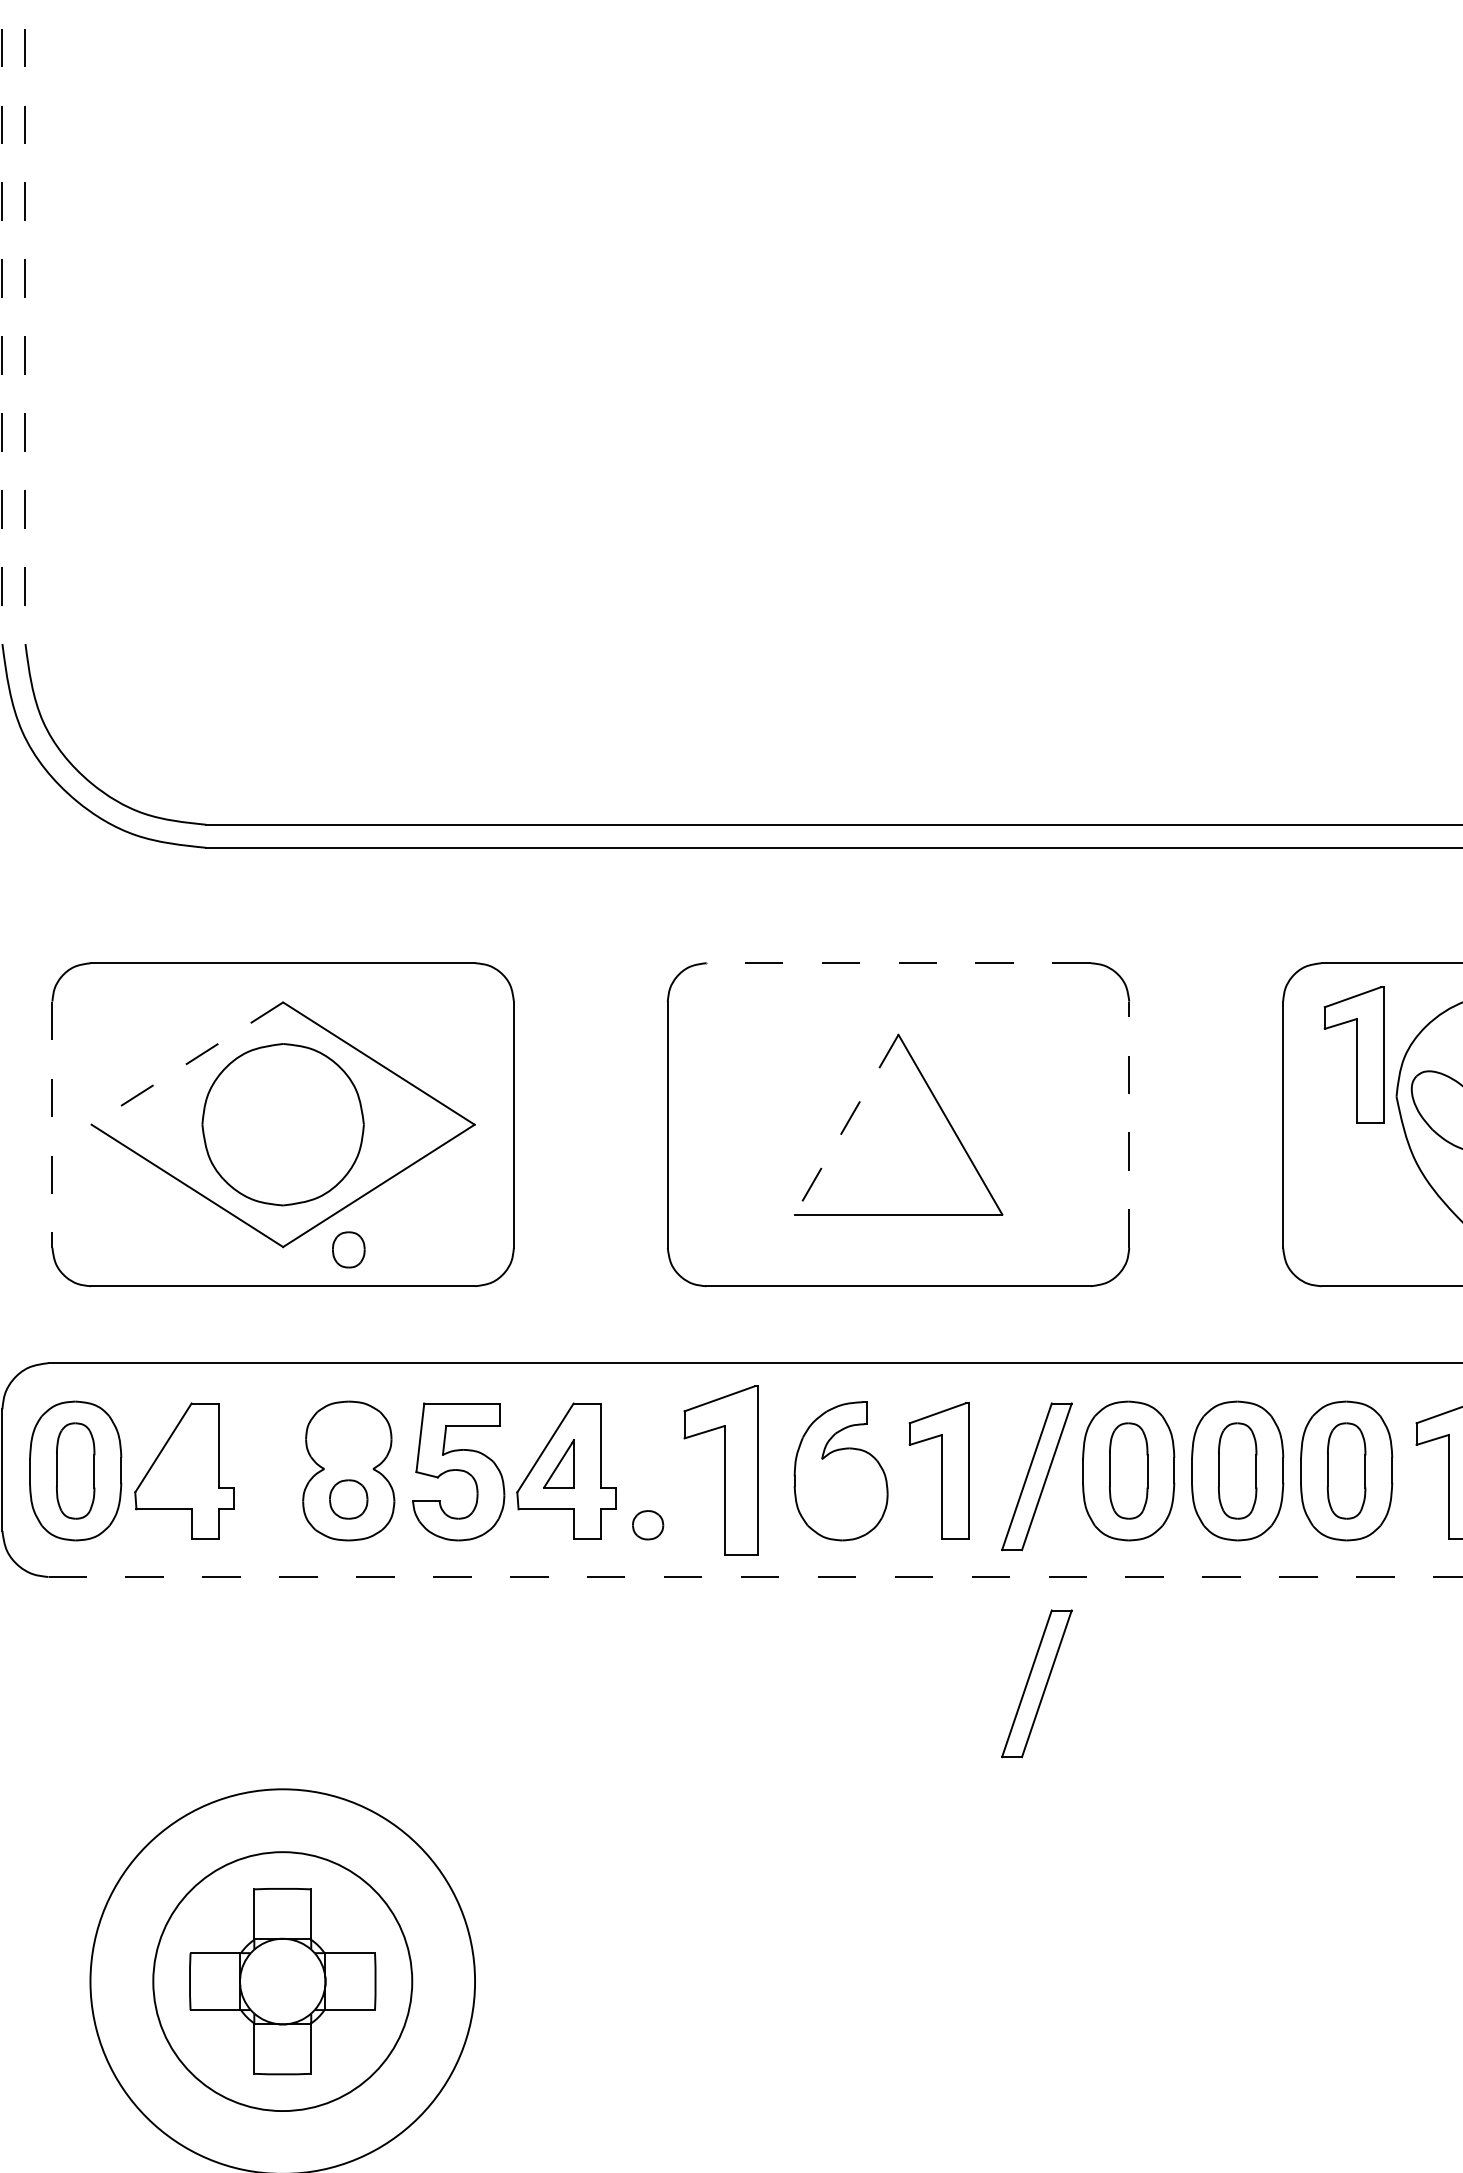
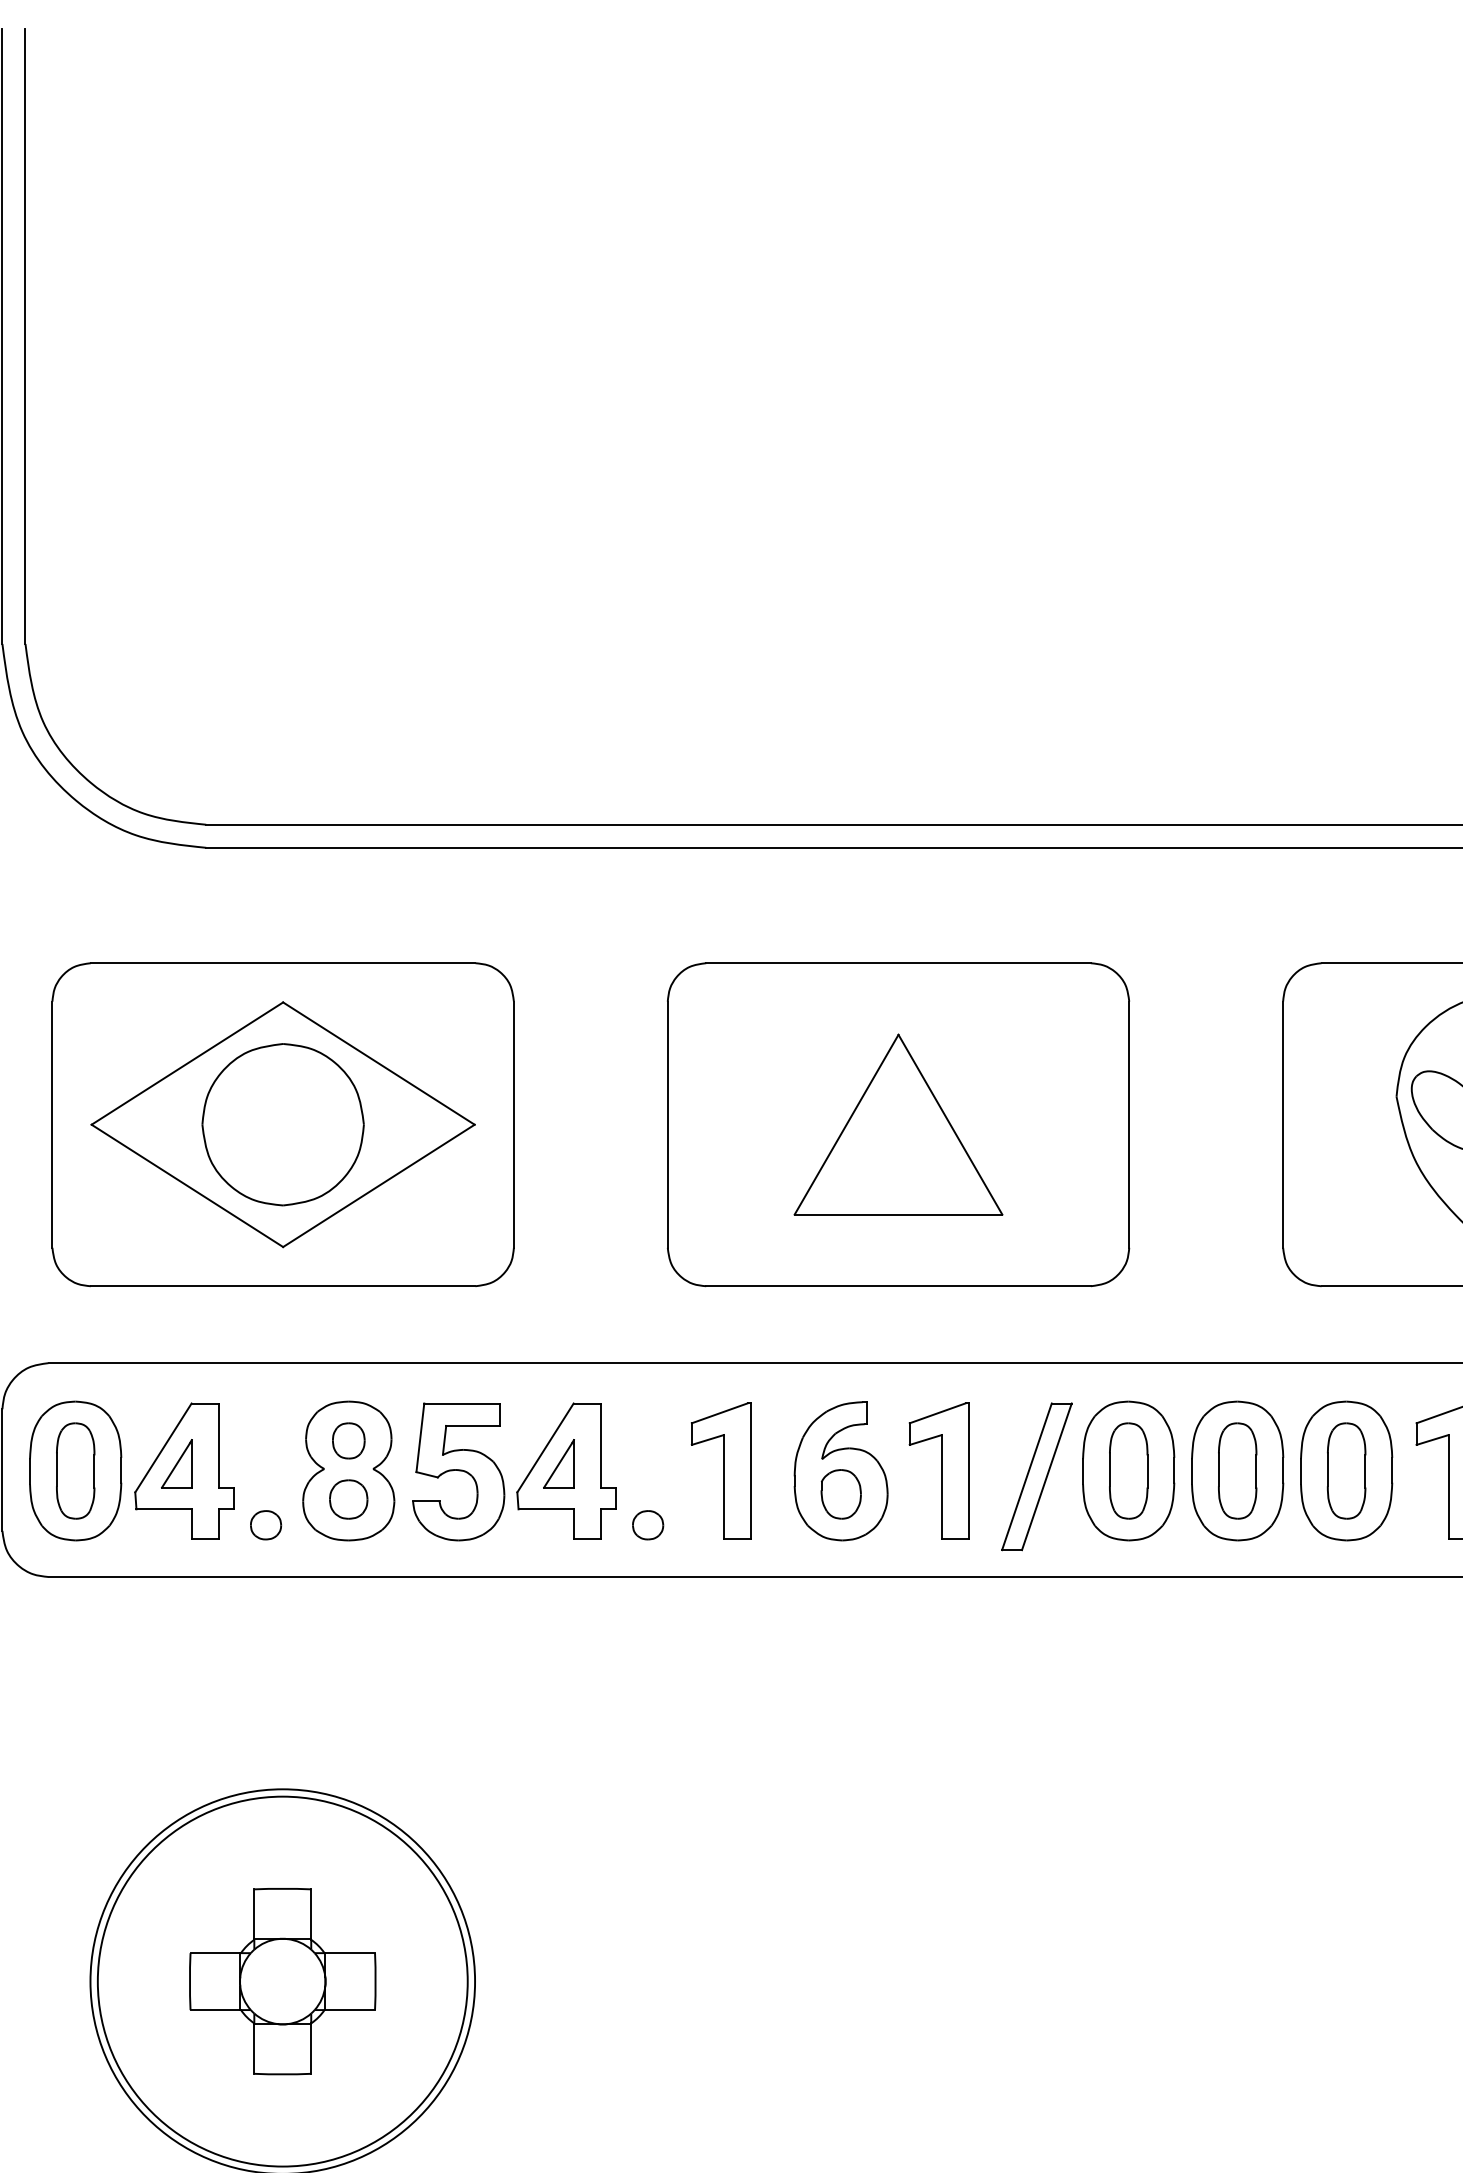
line at (2, 336): dashed -> solid
line at (25, 336): dashed -> solid
line at (898, 963): dashed -> solid
part at (1353, 1054): present -> none
line at (187, 1063): dashed -> solid
line at (846, 1124): dashed -> solid
line at (1129, 1124): dashed -> solid
line at (52, 1125): dashed -> solid
part at (348, 1249) position: (348, 1249) -> (348, 1440)
part at (176, 1463): none -> present
part at (720, 1470) size: 76x171 px -> 62x138 px
part at (840, 1494): none -> present
part at (266, 1525): none -> present
line at (755, 1577): dashed -> solid
part at (1036, 1683): present -> none
circle at (282, 1981) diameter: 259 px -> 370 px
